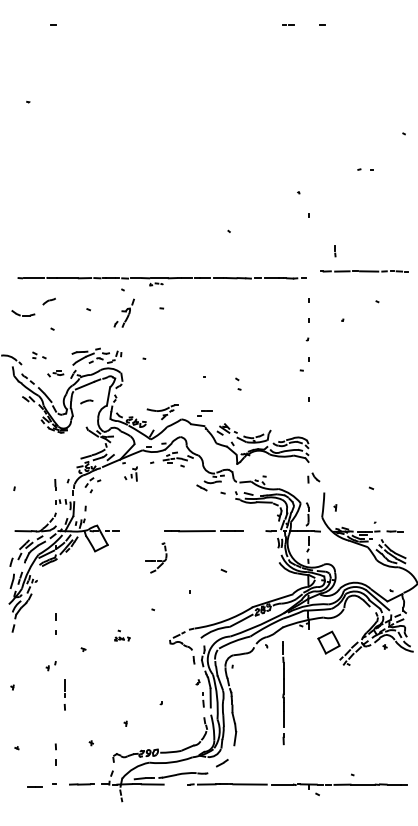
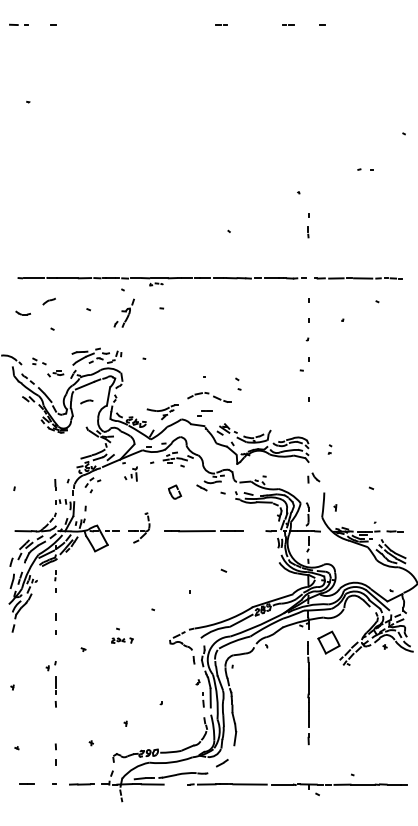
part at (18, 24): none -> present
line at (221, 24): none -> present
line at (335, 251) position: (335, 251) -> (308, 232)
line at (364, 271) position: (364, 271) -> (358, 278)
part at (23, 313) size: 25x7 px -> 16x6 px
part at (39, 355) position: (39, 355) -> (39, 361)
part at (209, 397): none -> present
part at (329, 449): none -> present
part at (175, 491): none -> present
part at (156, 557) position: (156, 557) -> (139, 527)
part at (55, 581): none -> present
part at (122, 635) size: 17x13 px -> 23x17 px
line at (283, 693) position: (283, 693) -> (308, 693)
part at (64, 694) position: (64, 694) -> (55, 691)
line at (34, 786) position: (34, 786) -> (26, 783)
